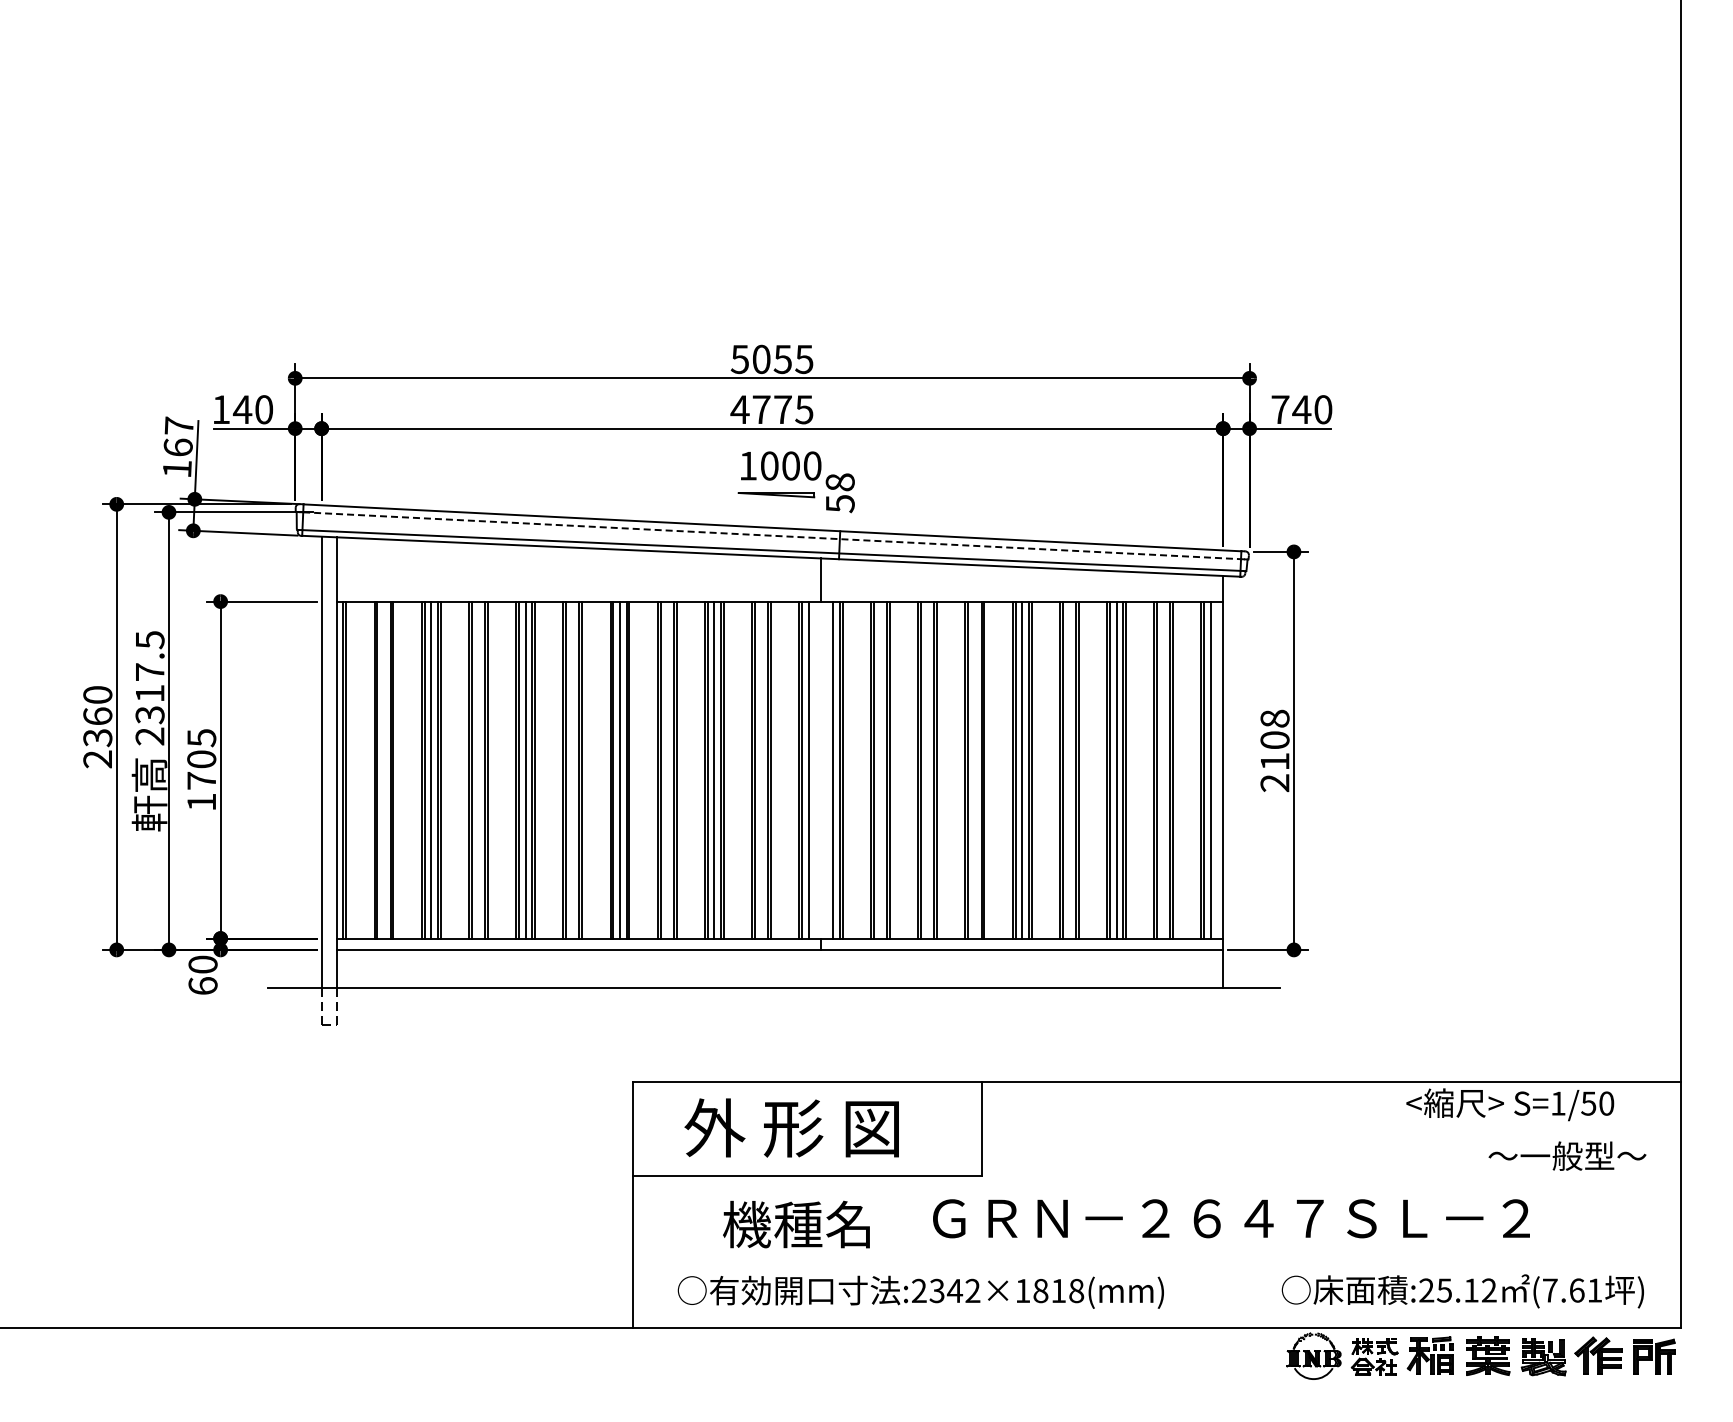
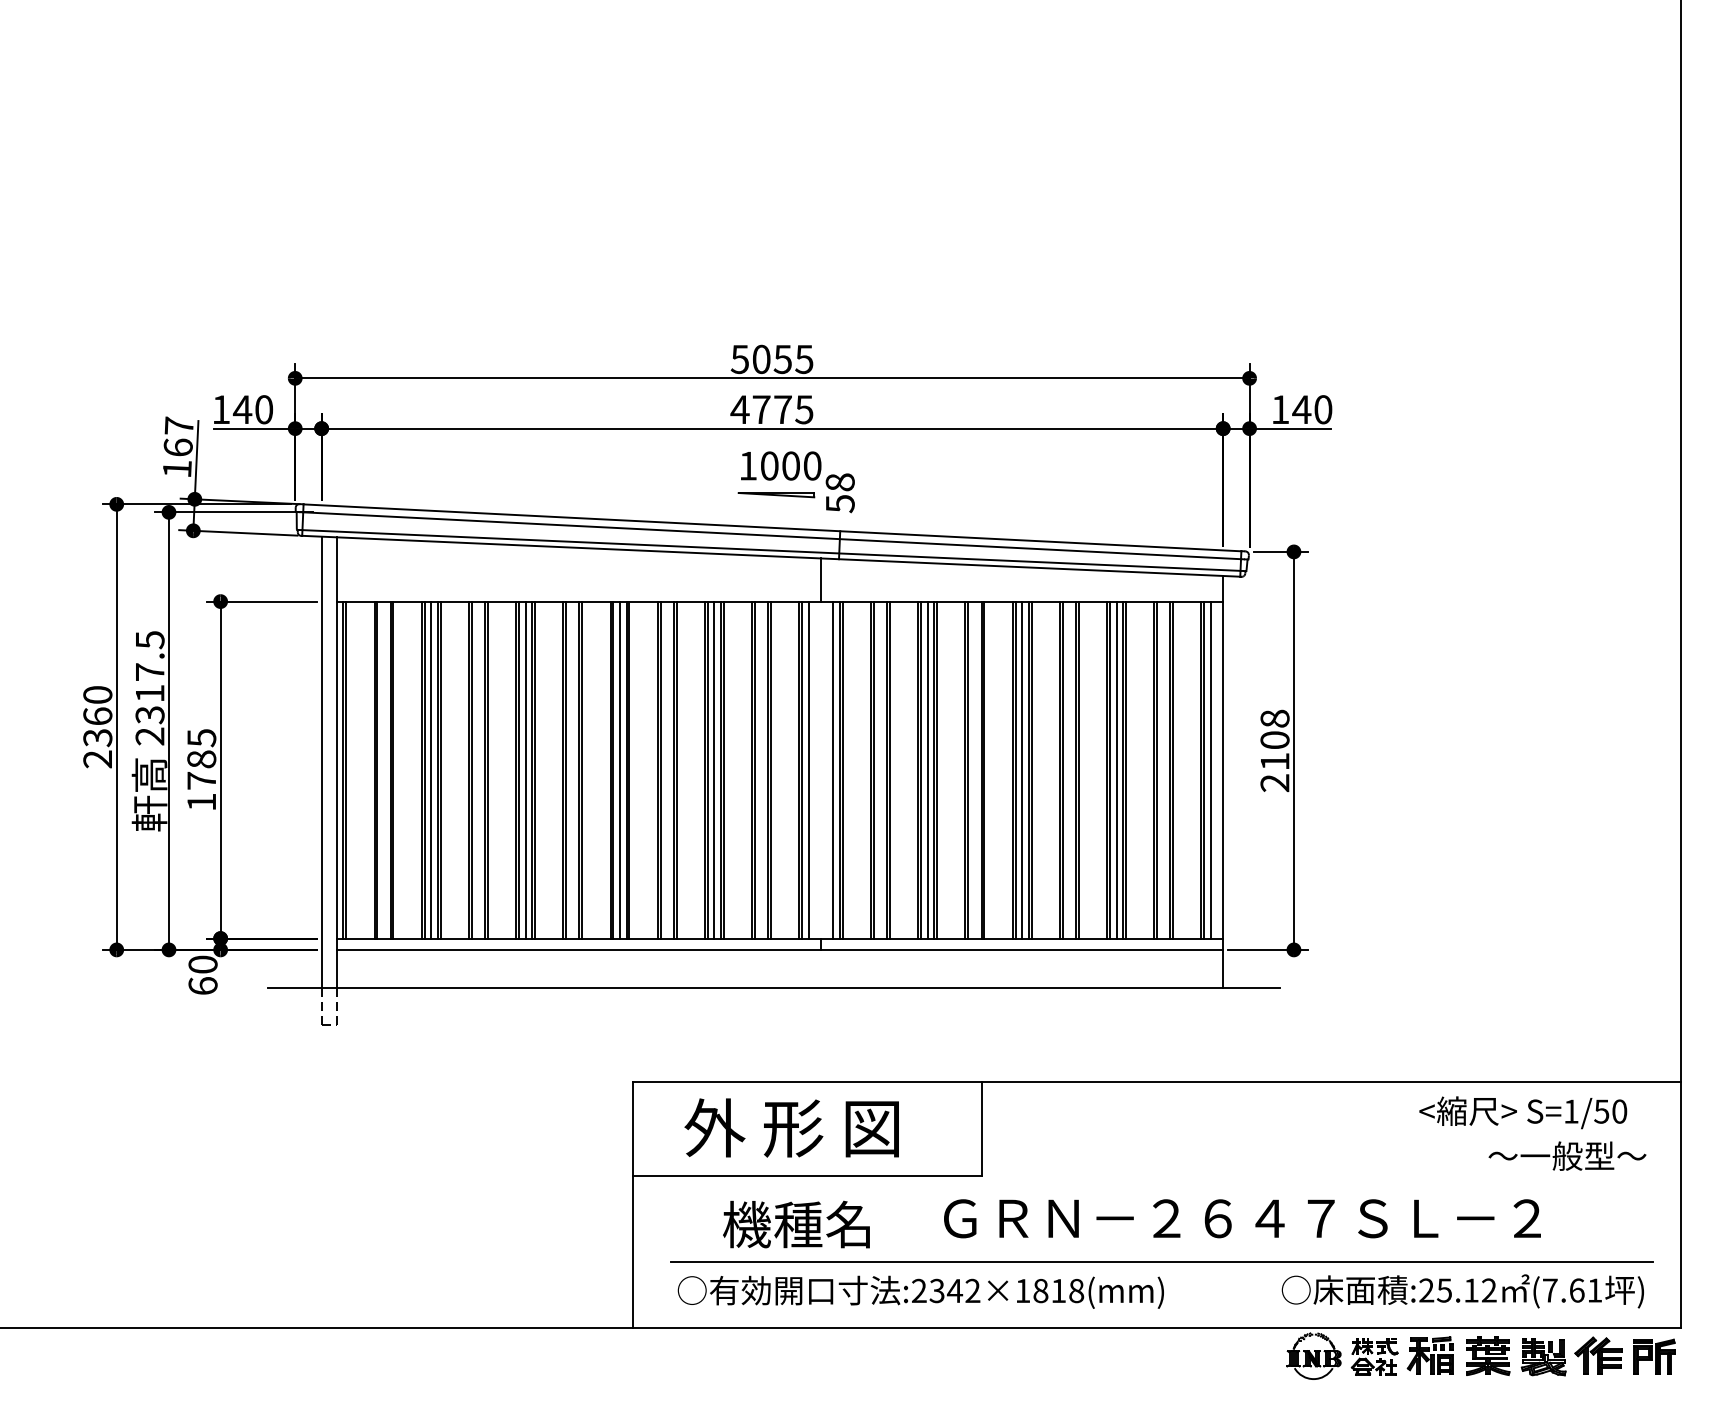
text at (1280, 409): 740 -> 140
line at (772, 535): dashed -> solid
text at (201, 759): 1705 -> 1785
line at (927, 769): none -> present
text at (1510, 1104) position: (1510, 1104) -> (1523, 1112)
text at (1231, 1218) position: (1231, 1218) -> (1242, 1218)
line at (1161, 1262): none -> present
